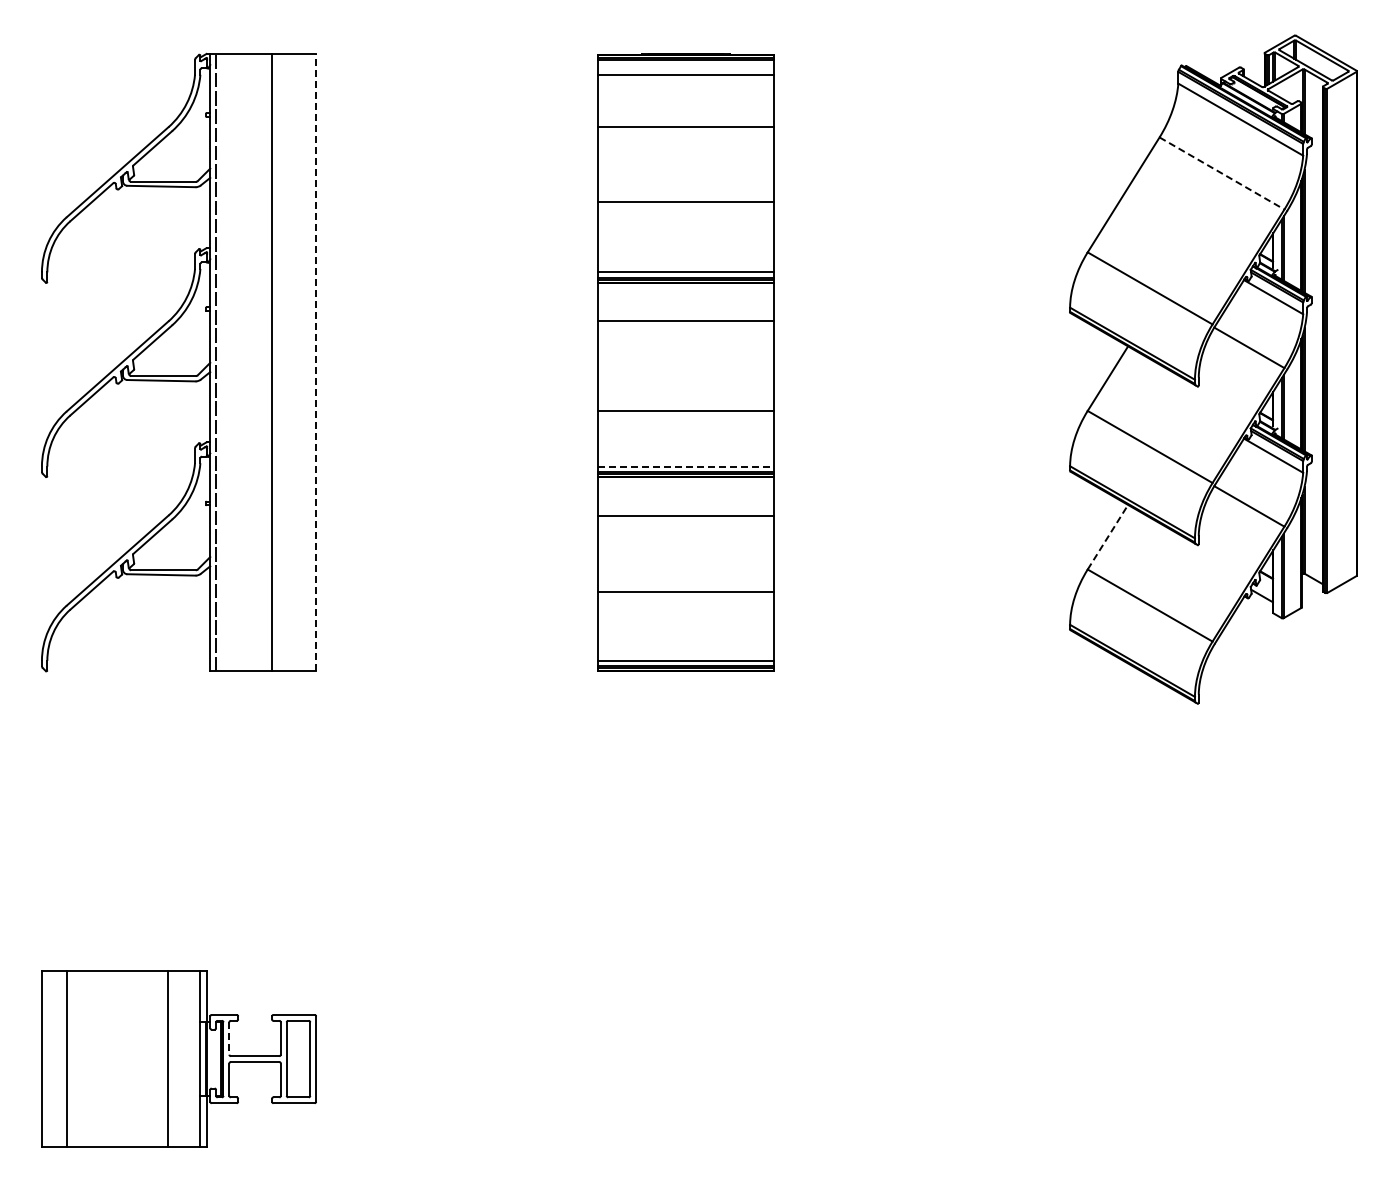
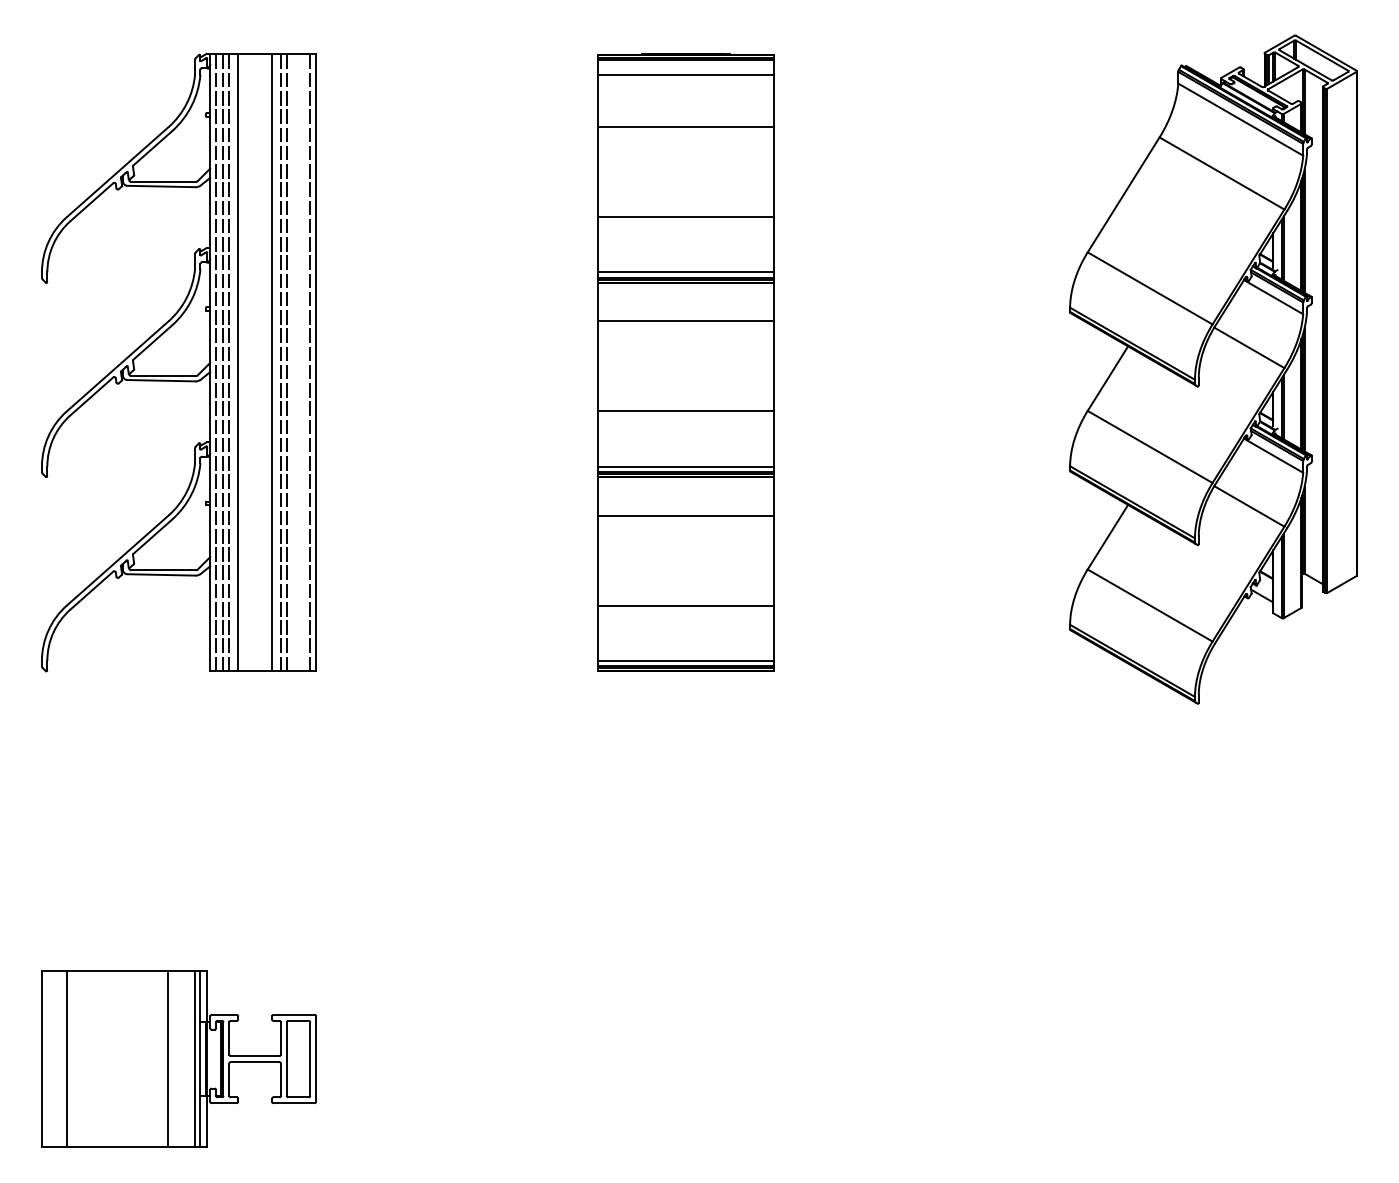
line at (1222, 173): dashed -> solid
line at (685, 202) position: (685, 202) -> (685, 217)
line at (223, 362): none -> present
line at (229, 362): none -> present
line at (238, 362): none -> present
line at (280, 362): none -> present
line at (286, 362): none -> present
line at (310, 362): none -> present
line at (316, 362): dashed -> solid
line at (686, 466): dashed -> solid
line at (1108, 536): dashed -> solid
line at (685, 591) position: (685, 591) -> (685, 605)
line at (229, 1038): dashed -> solid
line at (195, 1058): none -> present
